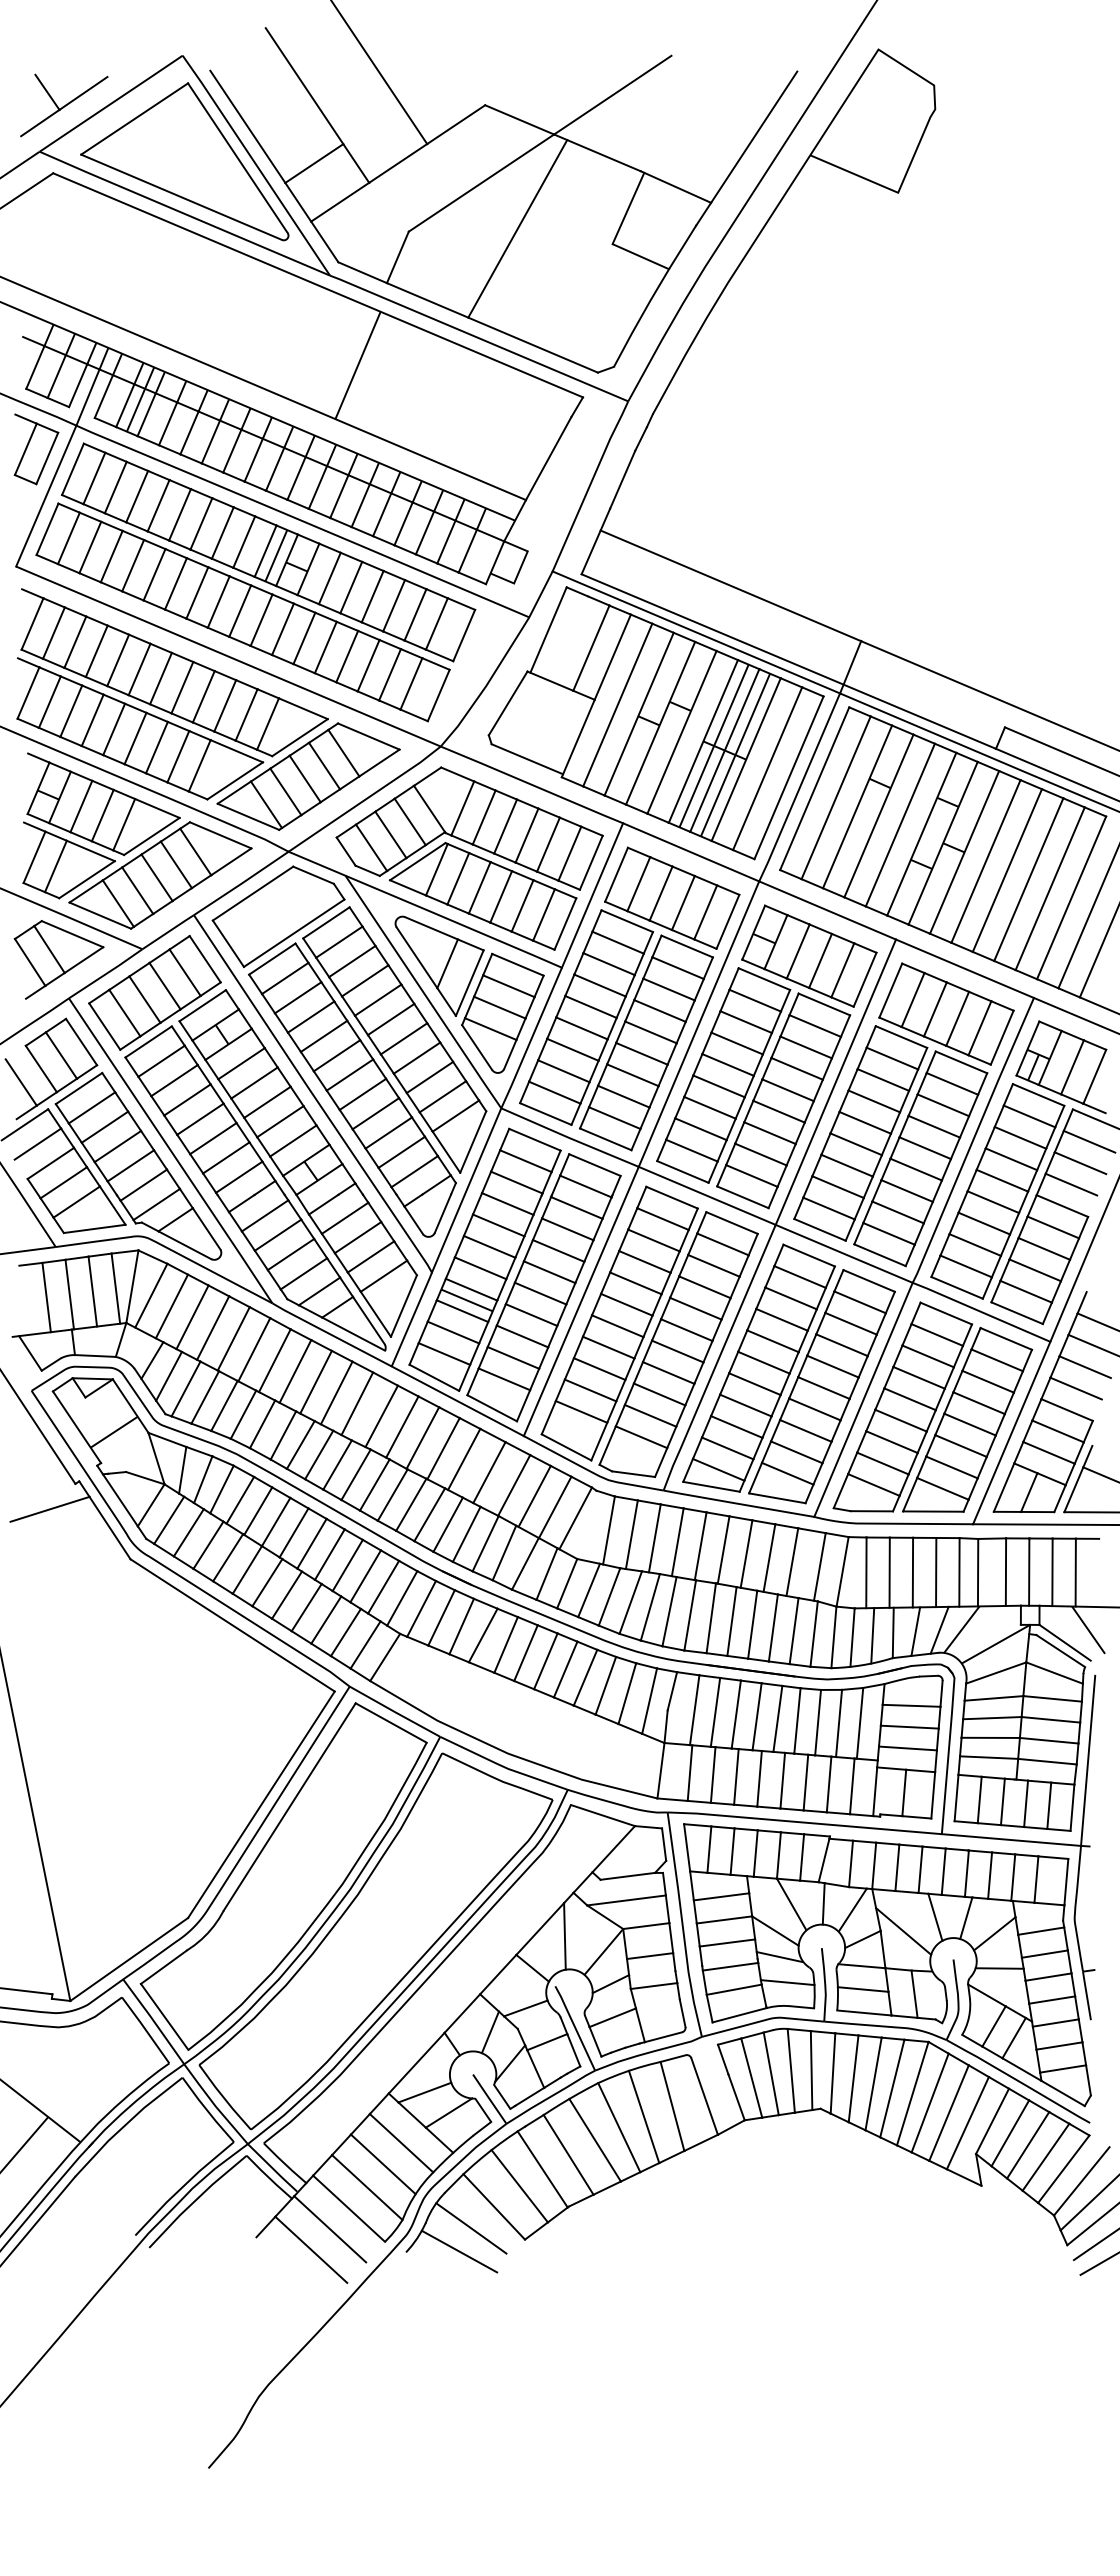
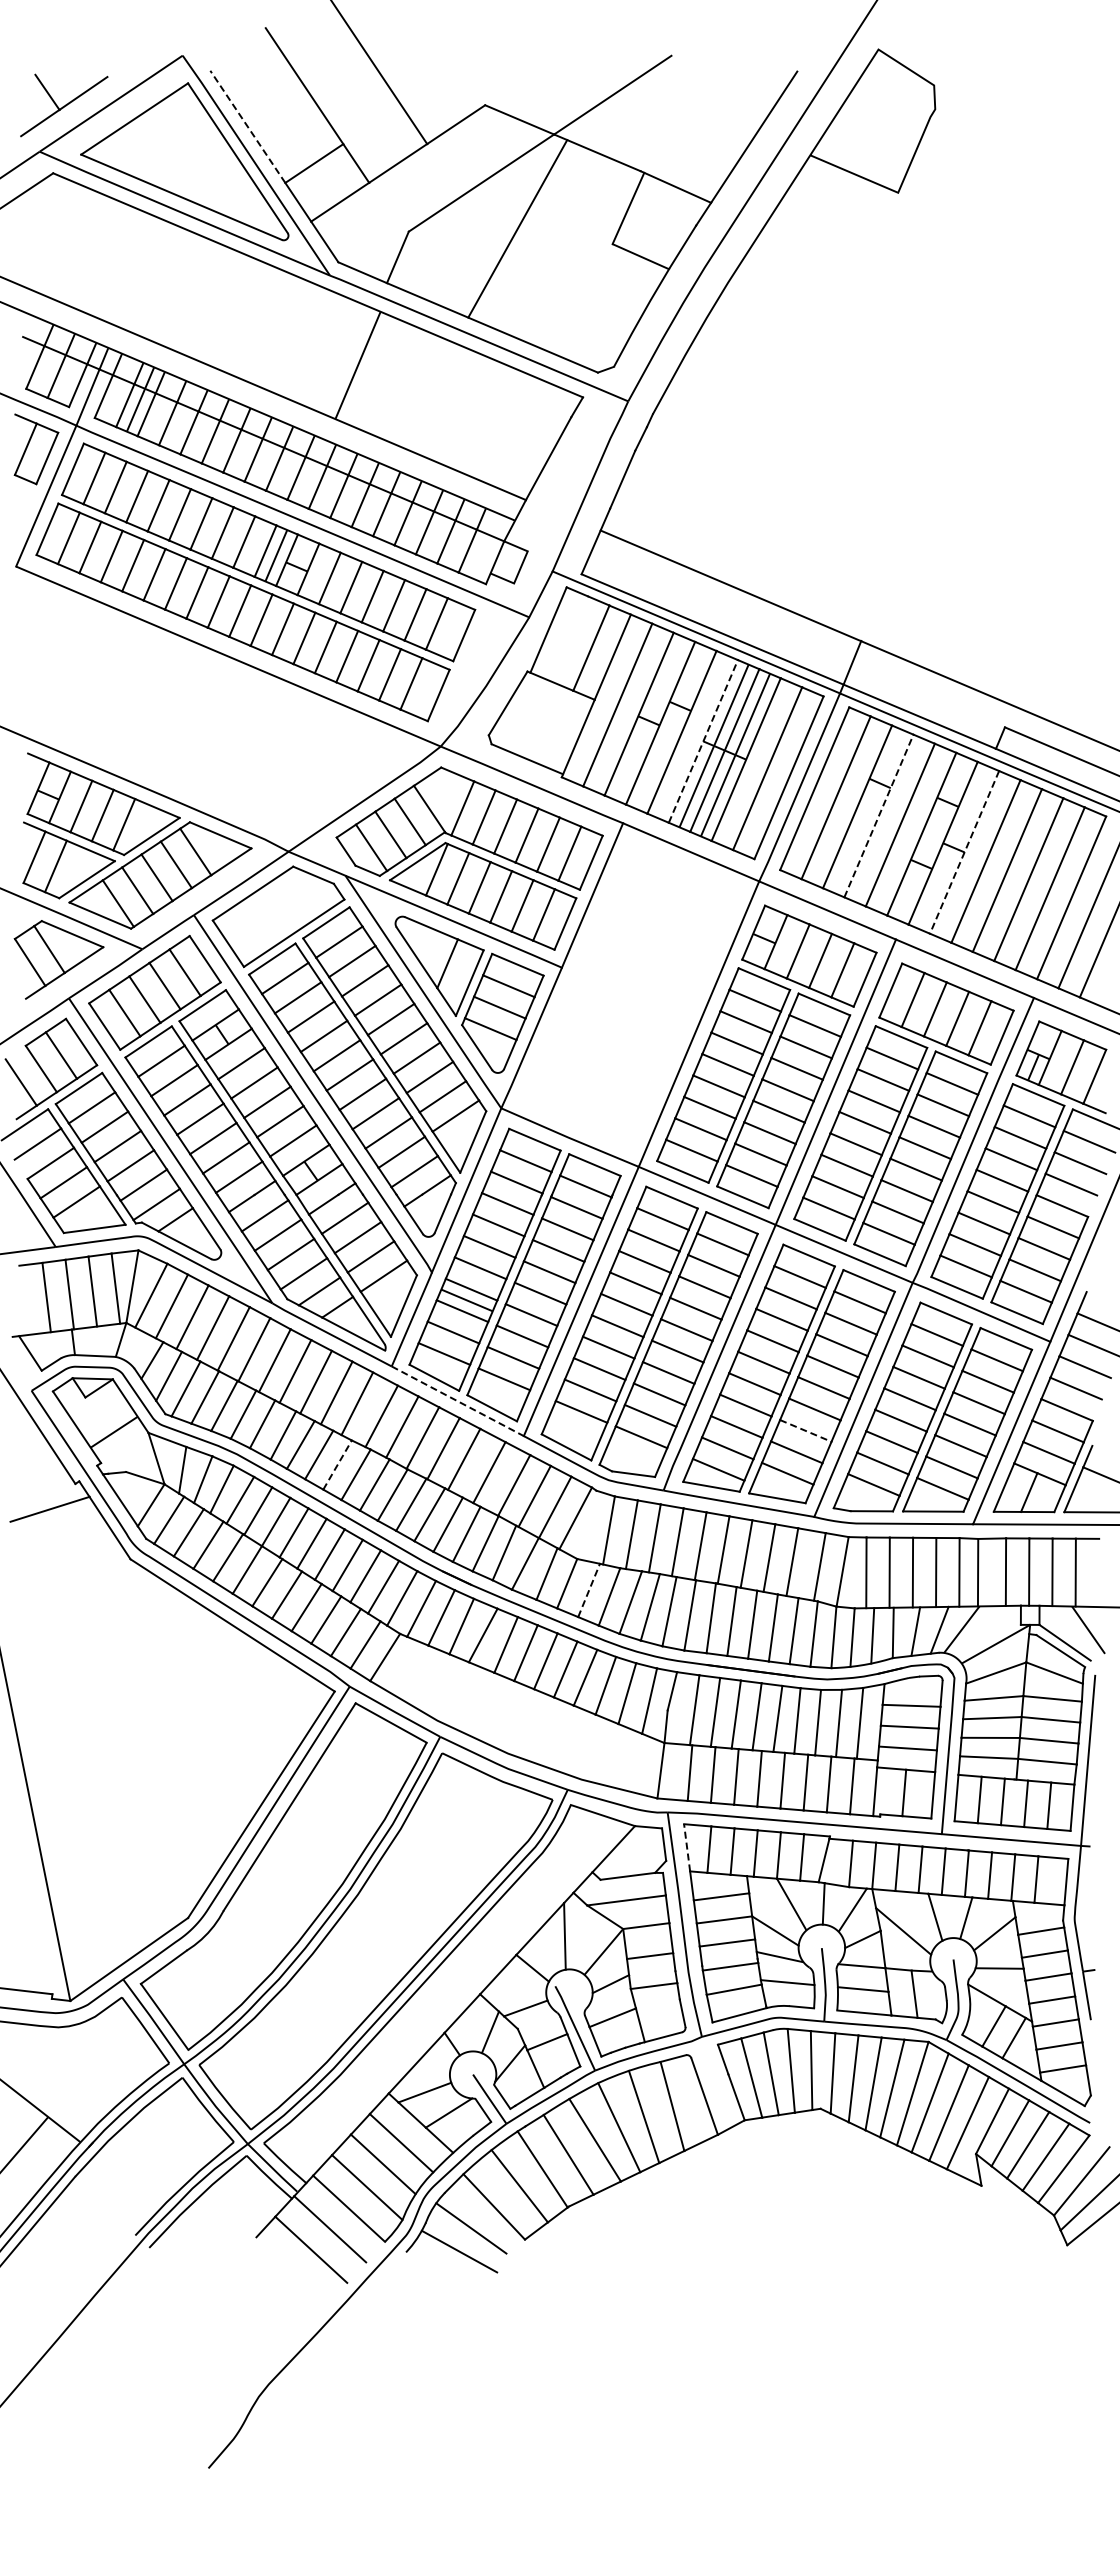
line at (247, 126): solid -> dashed
part at (208, 709): present -> none
line at (703, 740): solid -> dashed
line at (879, 815): solid -> dashed
line at (964, 852): solid -> dashed
part at (629, 998): present -> none
line at (457, 1401): solid -> dashed
line at (805, 1430): solid -> dashed
line at (337, 1464): solid -> dashed
line at (589, 1590): solid -> dashed
line at (687, 1847): solid -> dashed
line at (1094, 2245): present -> none
line at (1098, 2264): present -> none
